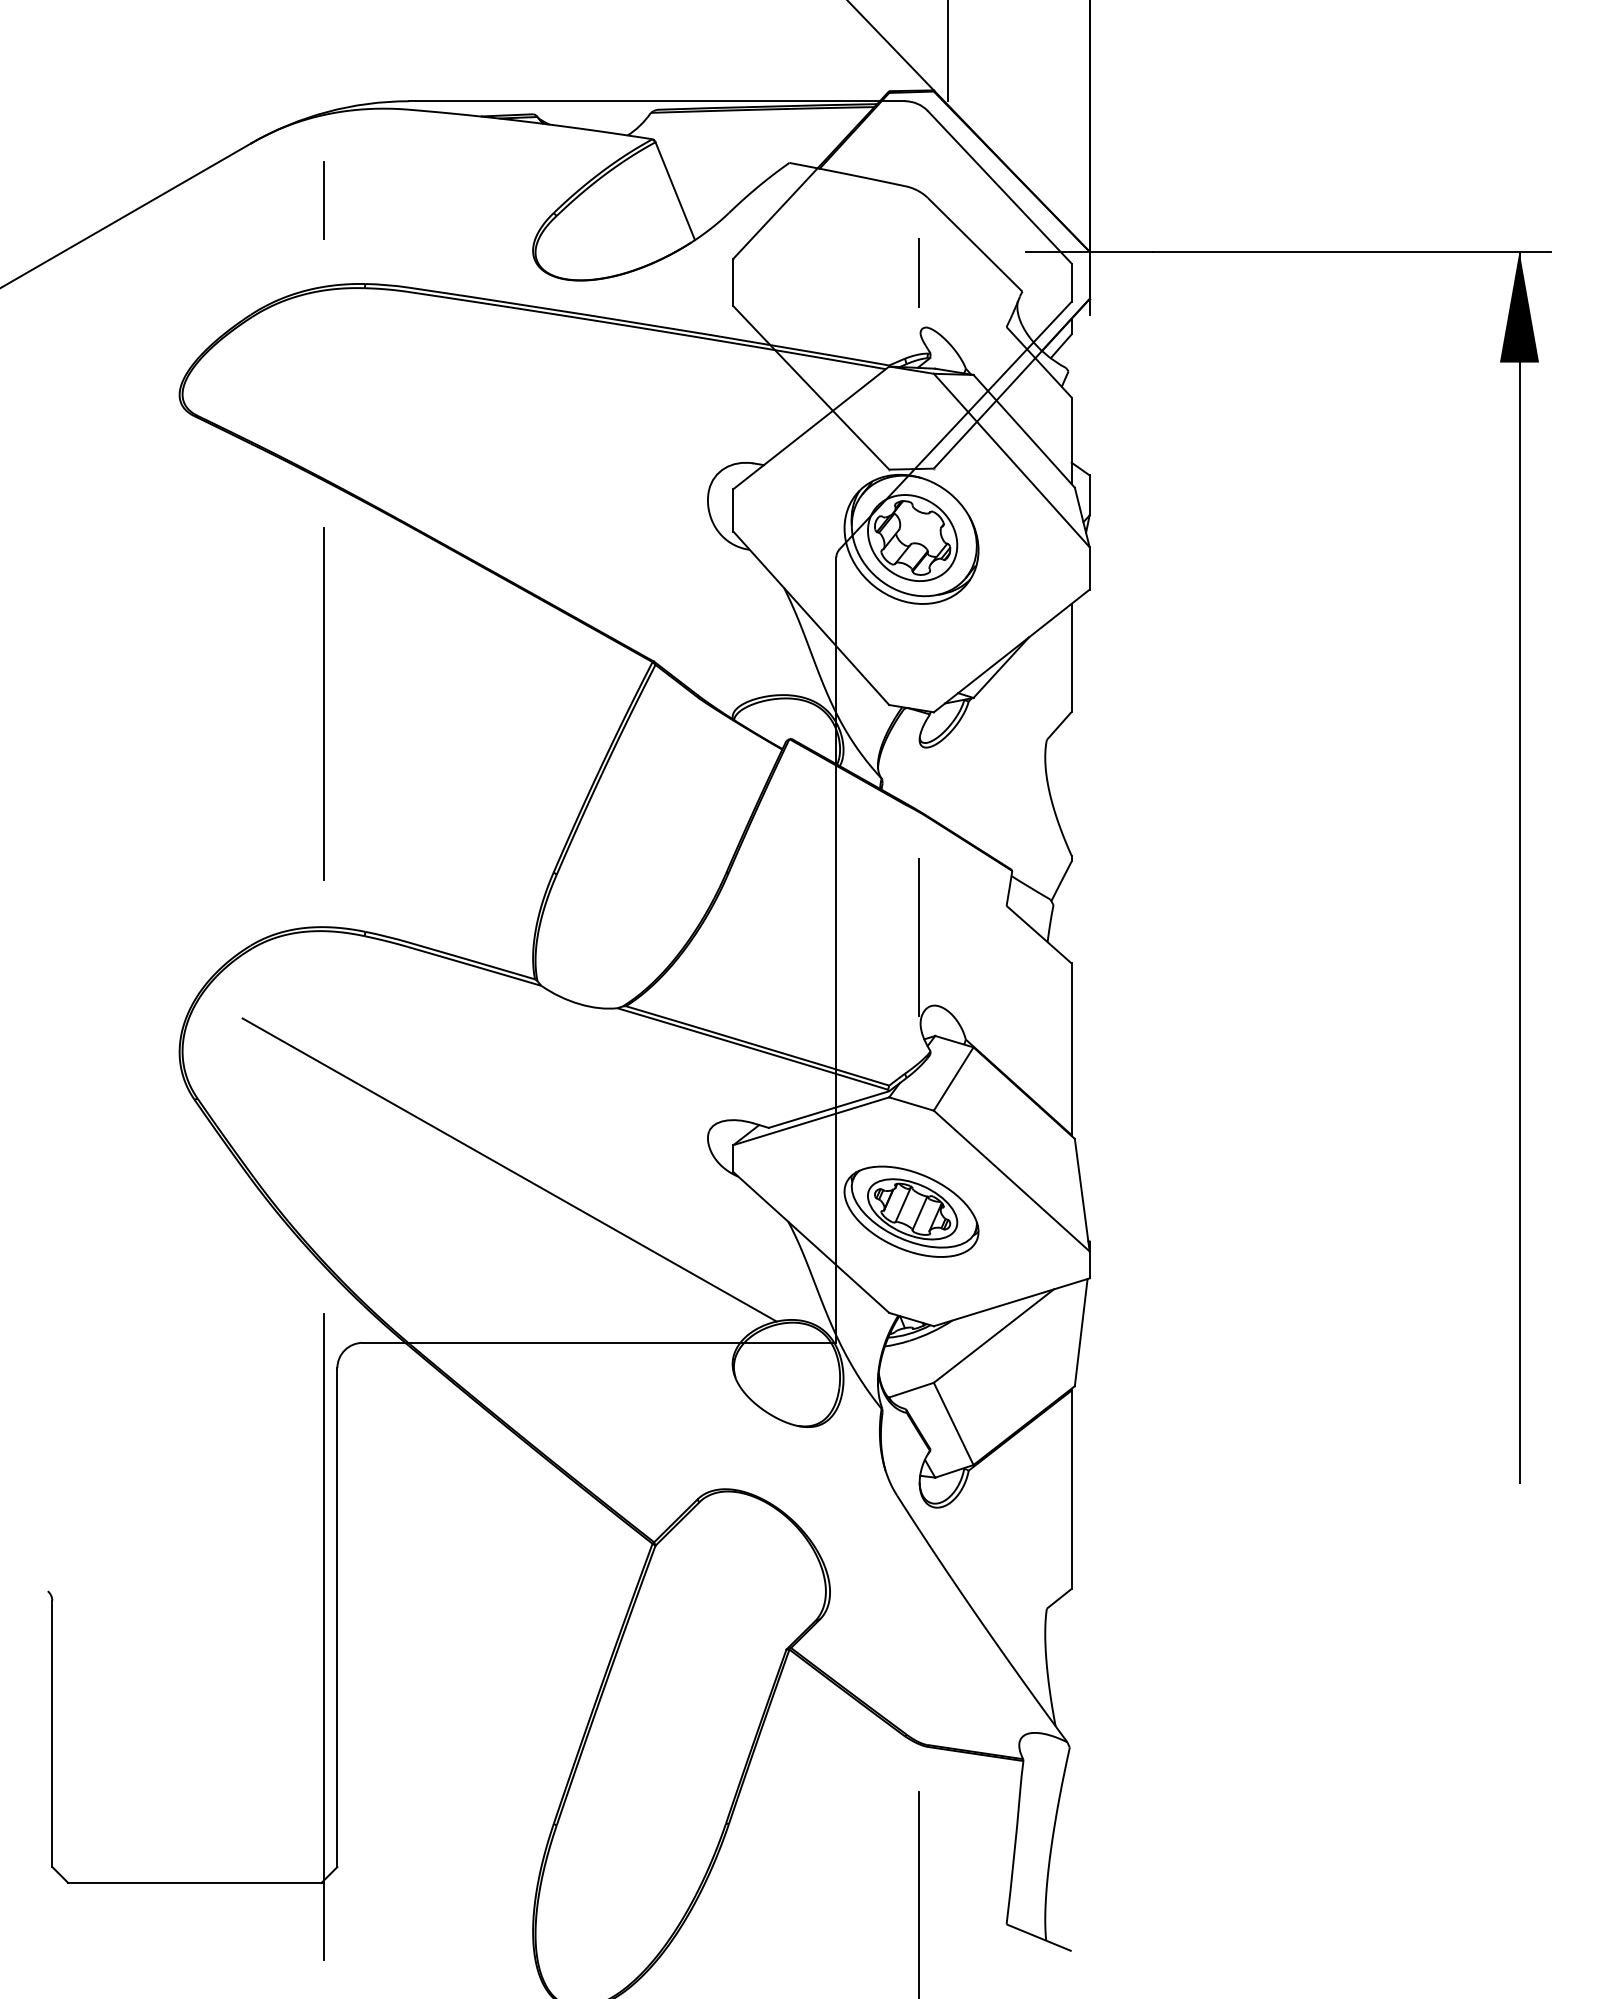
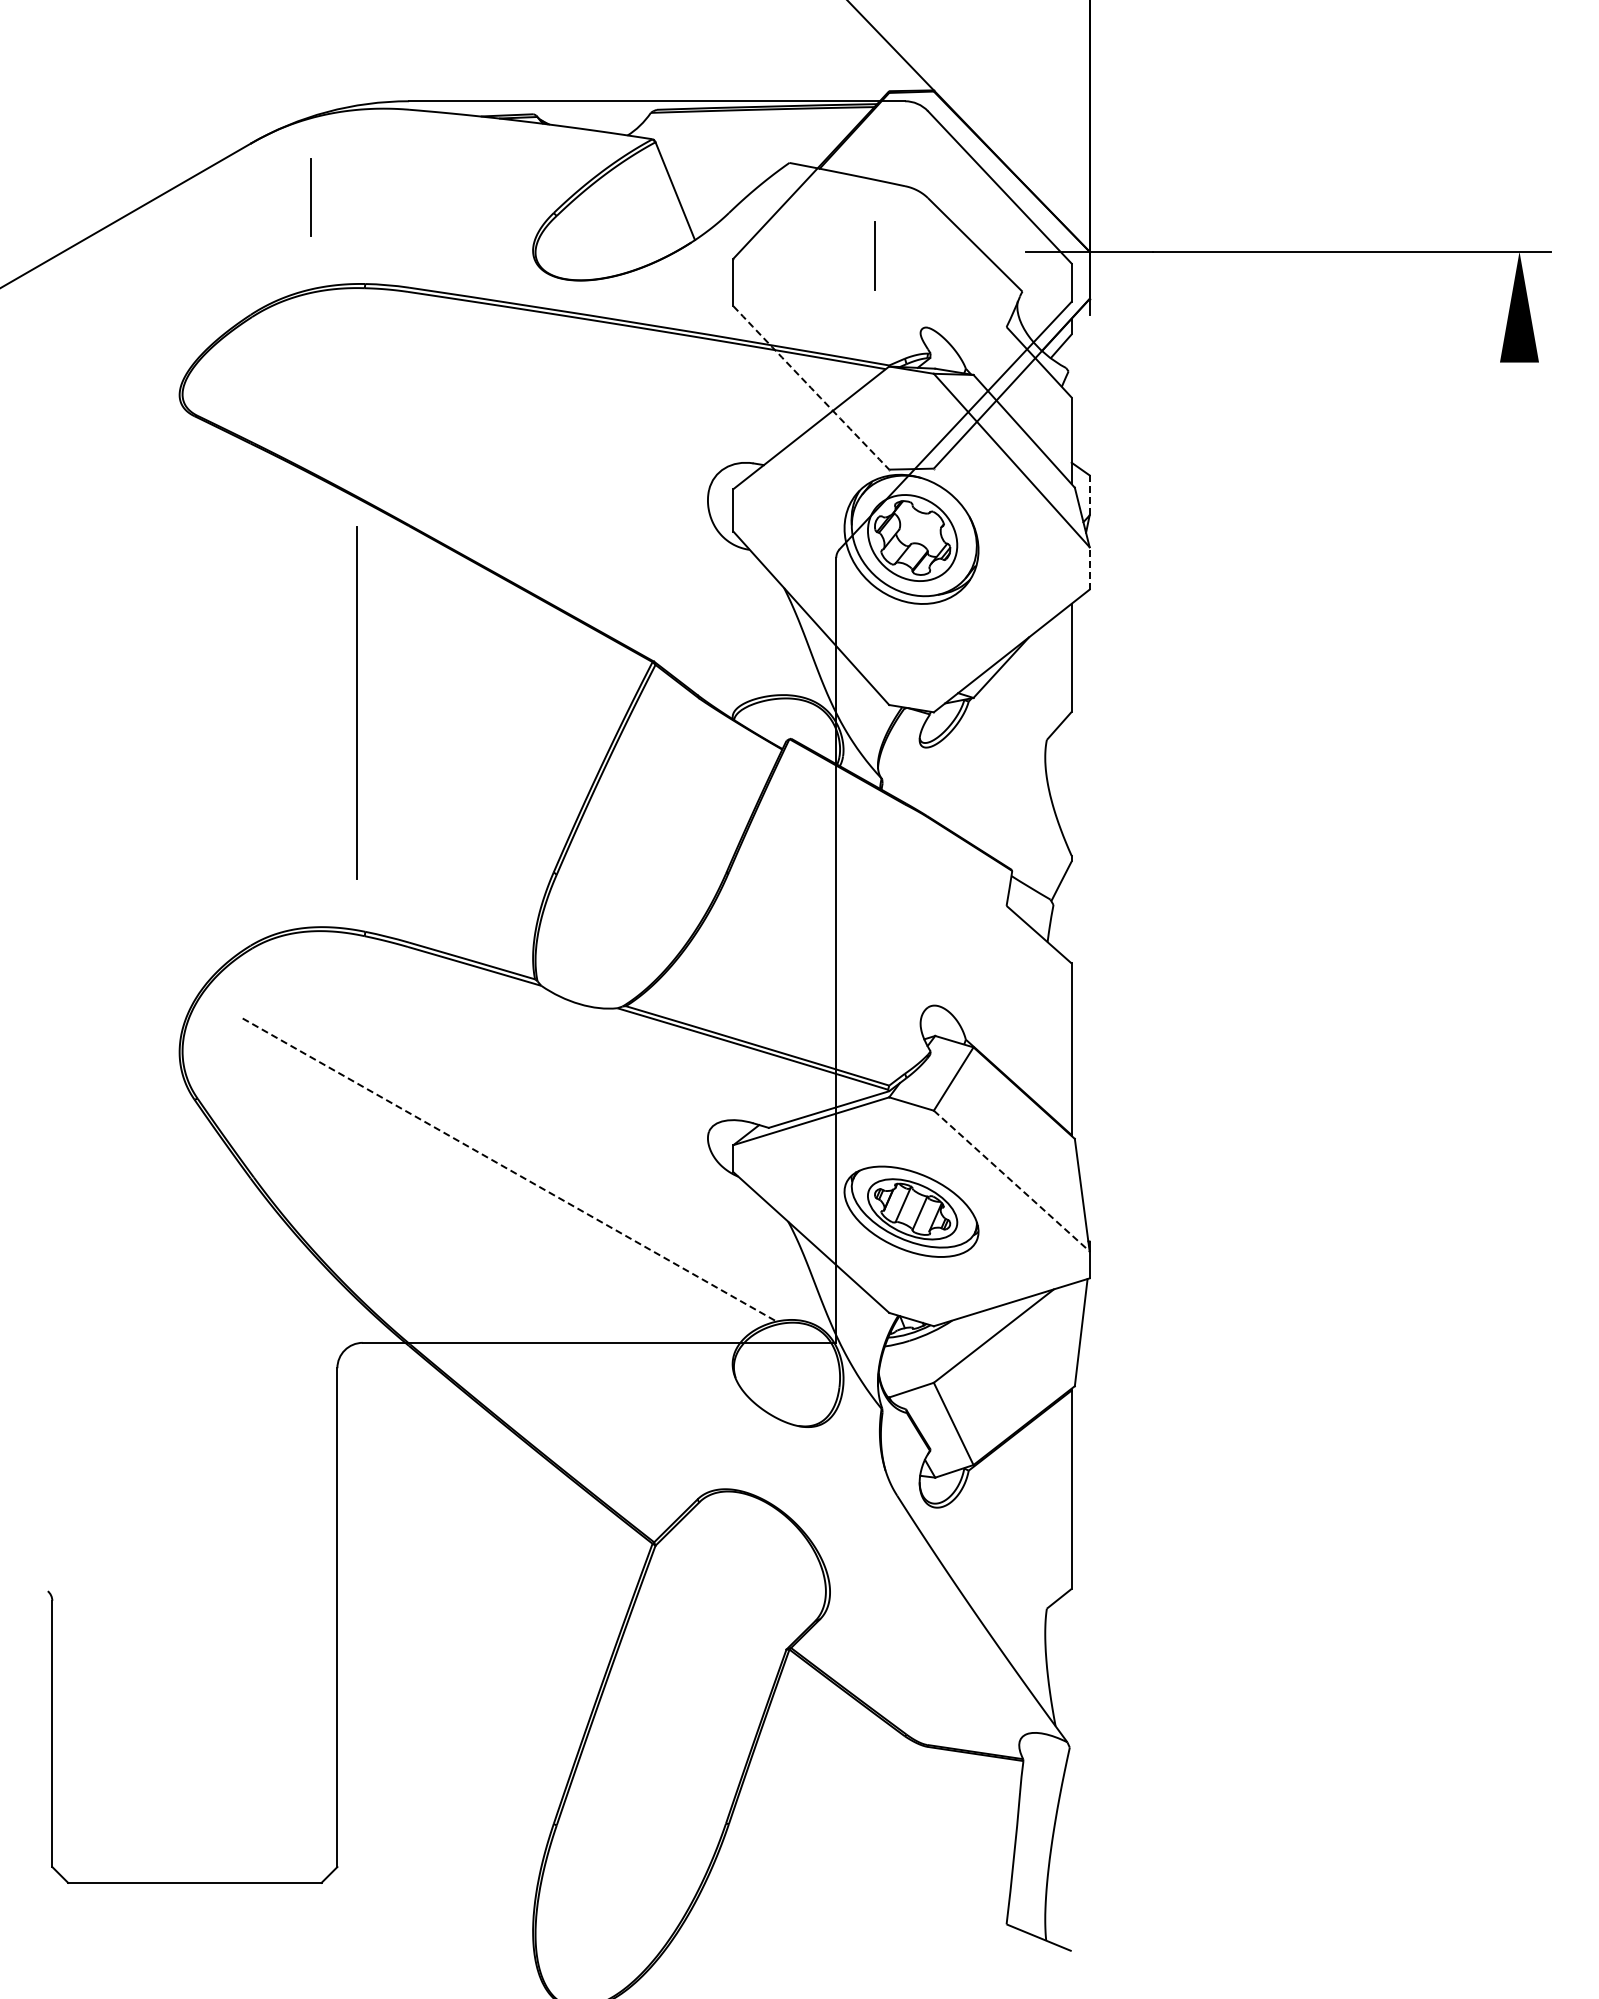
line at (947, 51): present -> none
line at (323, 200) position: (323, 200) -> (310, 197)
line at (918, 272) position: (918, 272) -> (874, 255)
arc at (811, 388): solid -> dashed
line at (1089, 494): solid -> dashed
line at (1089, 567): solid -> dashed
line at (323, 703) position: (323, 703) -> (356, 702)
line at (1519, 867): present -> none
line at (918, 937): present -> none
line at (510, 1170): solid -> dashed
line at (1011, 1181): solid -> dashed
line at (324, 1636): present -> none
line at (918, 1893): present -> none
